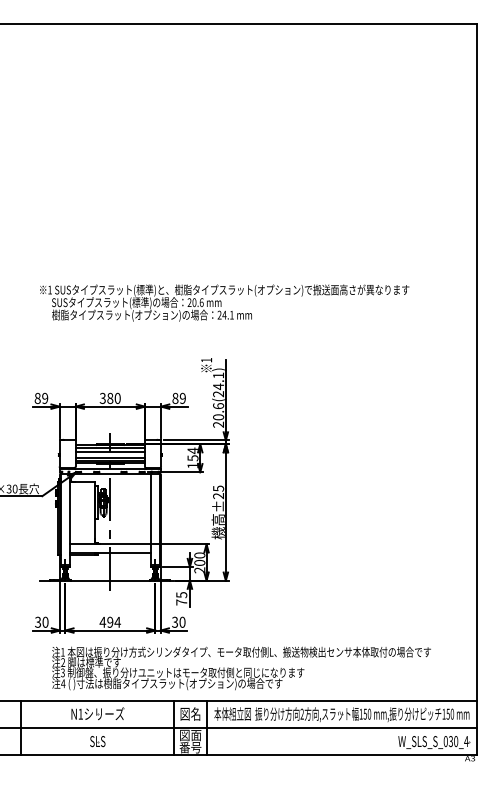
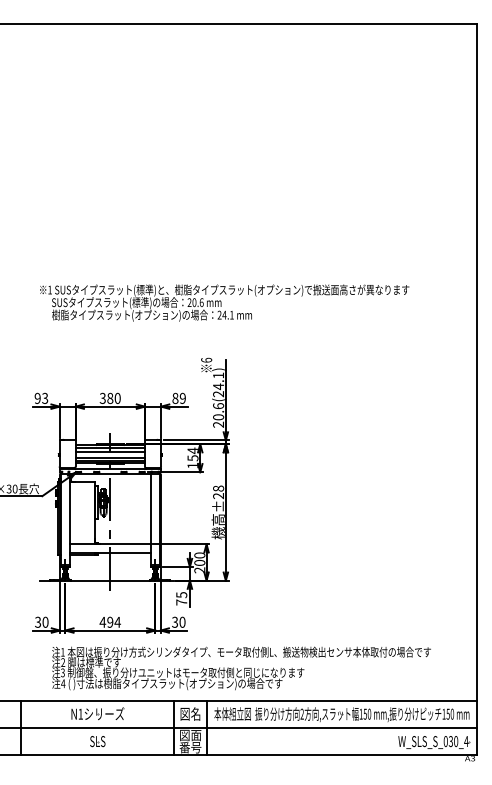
text at (206, 359): 1 -> 6
text at (41, 398): 89 -> 93
text at (218, 488): ±25 -> ±28
